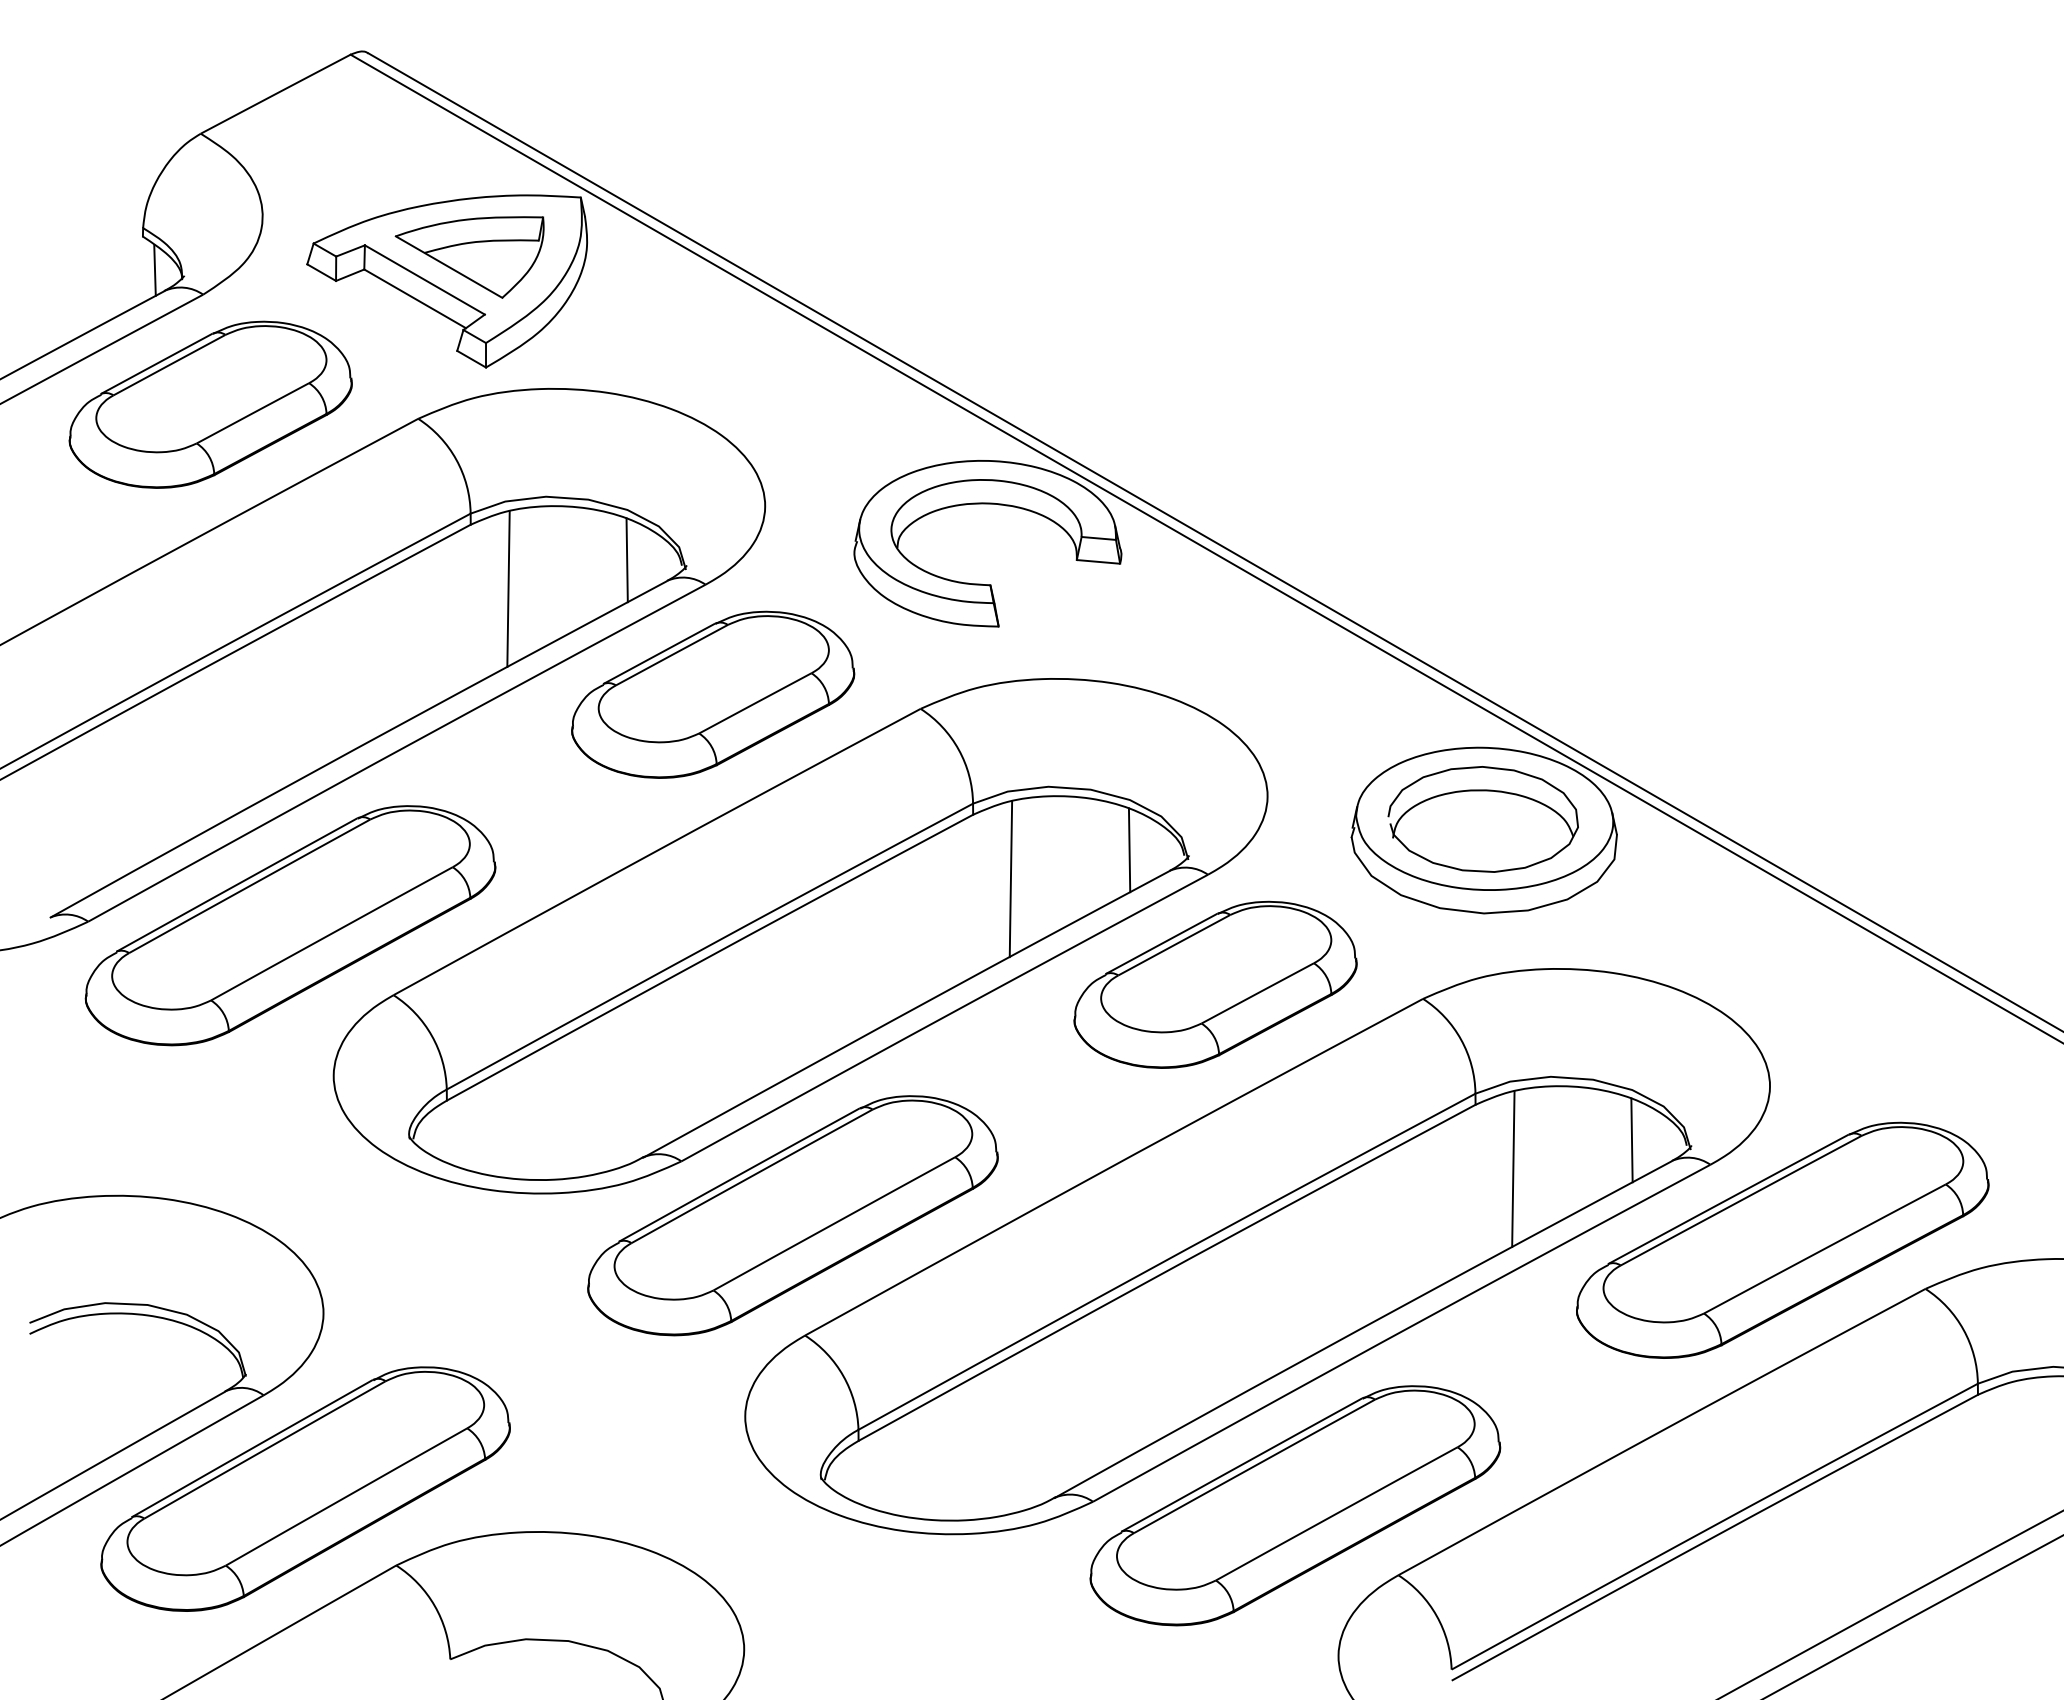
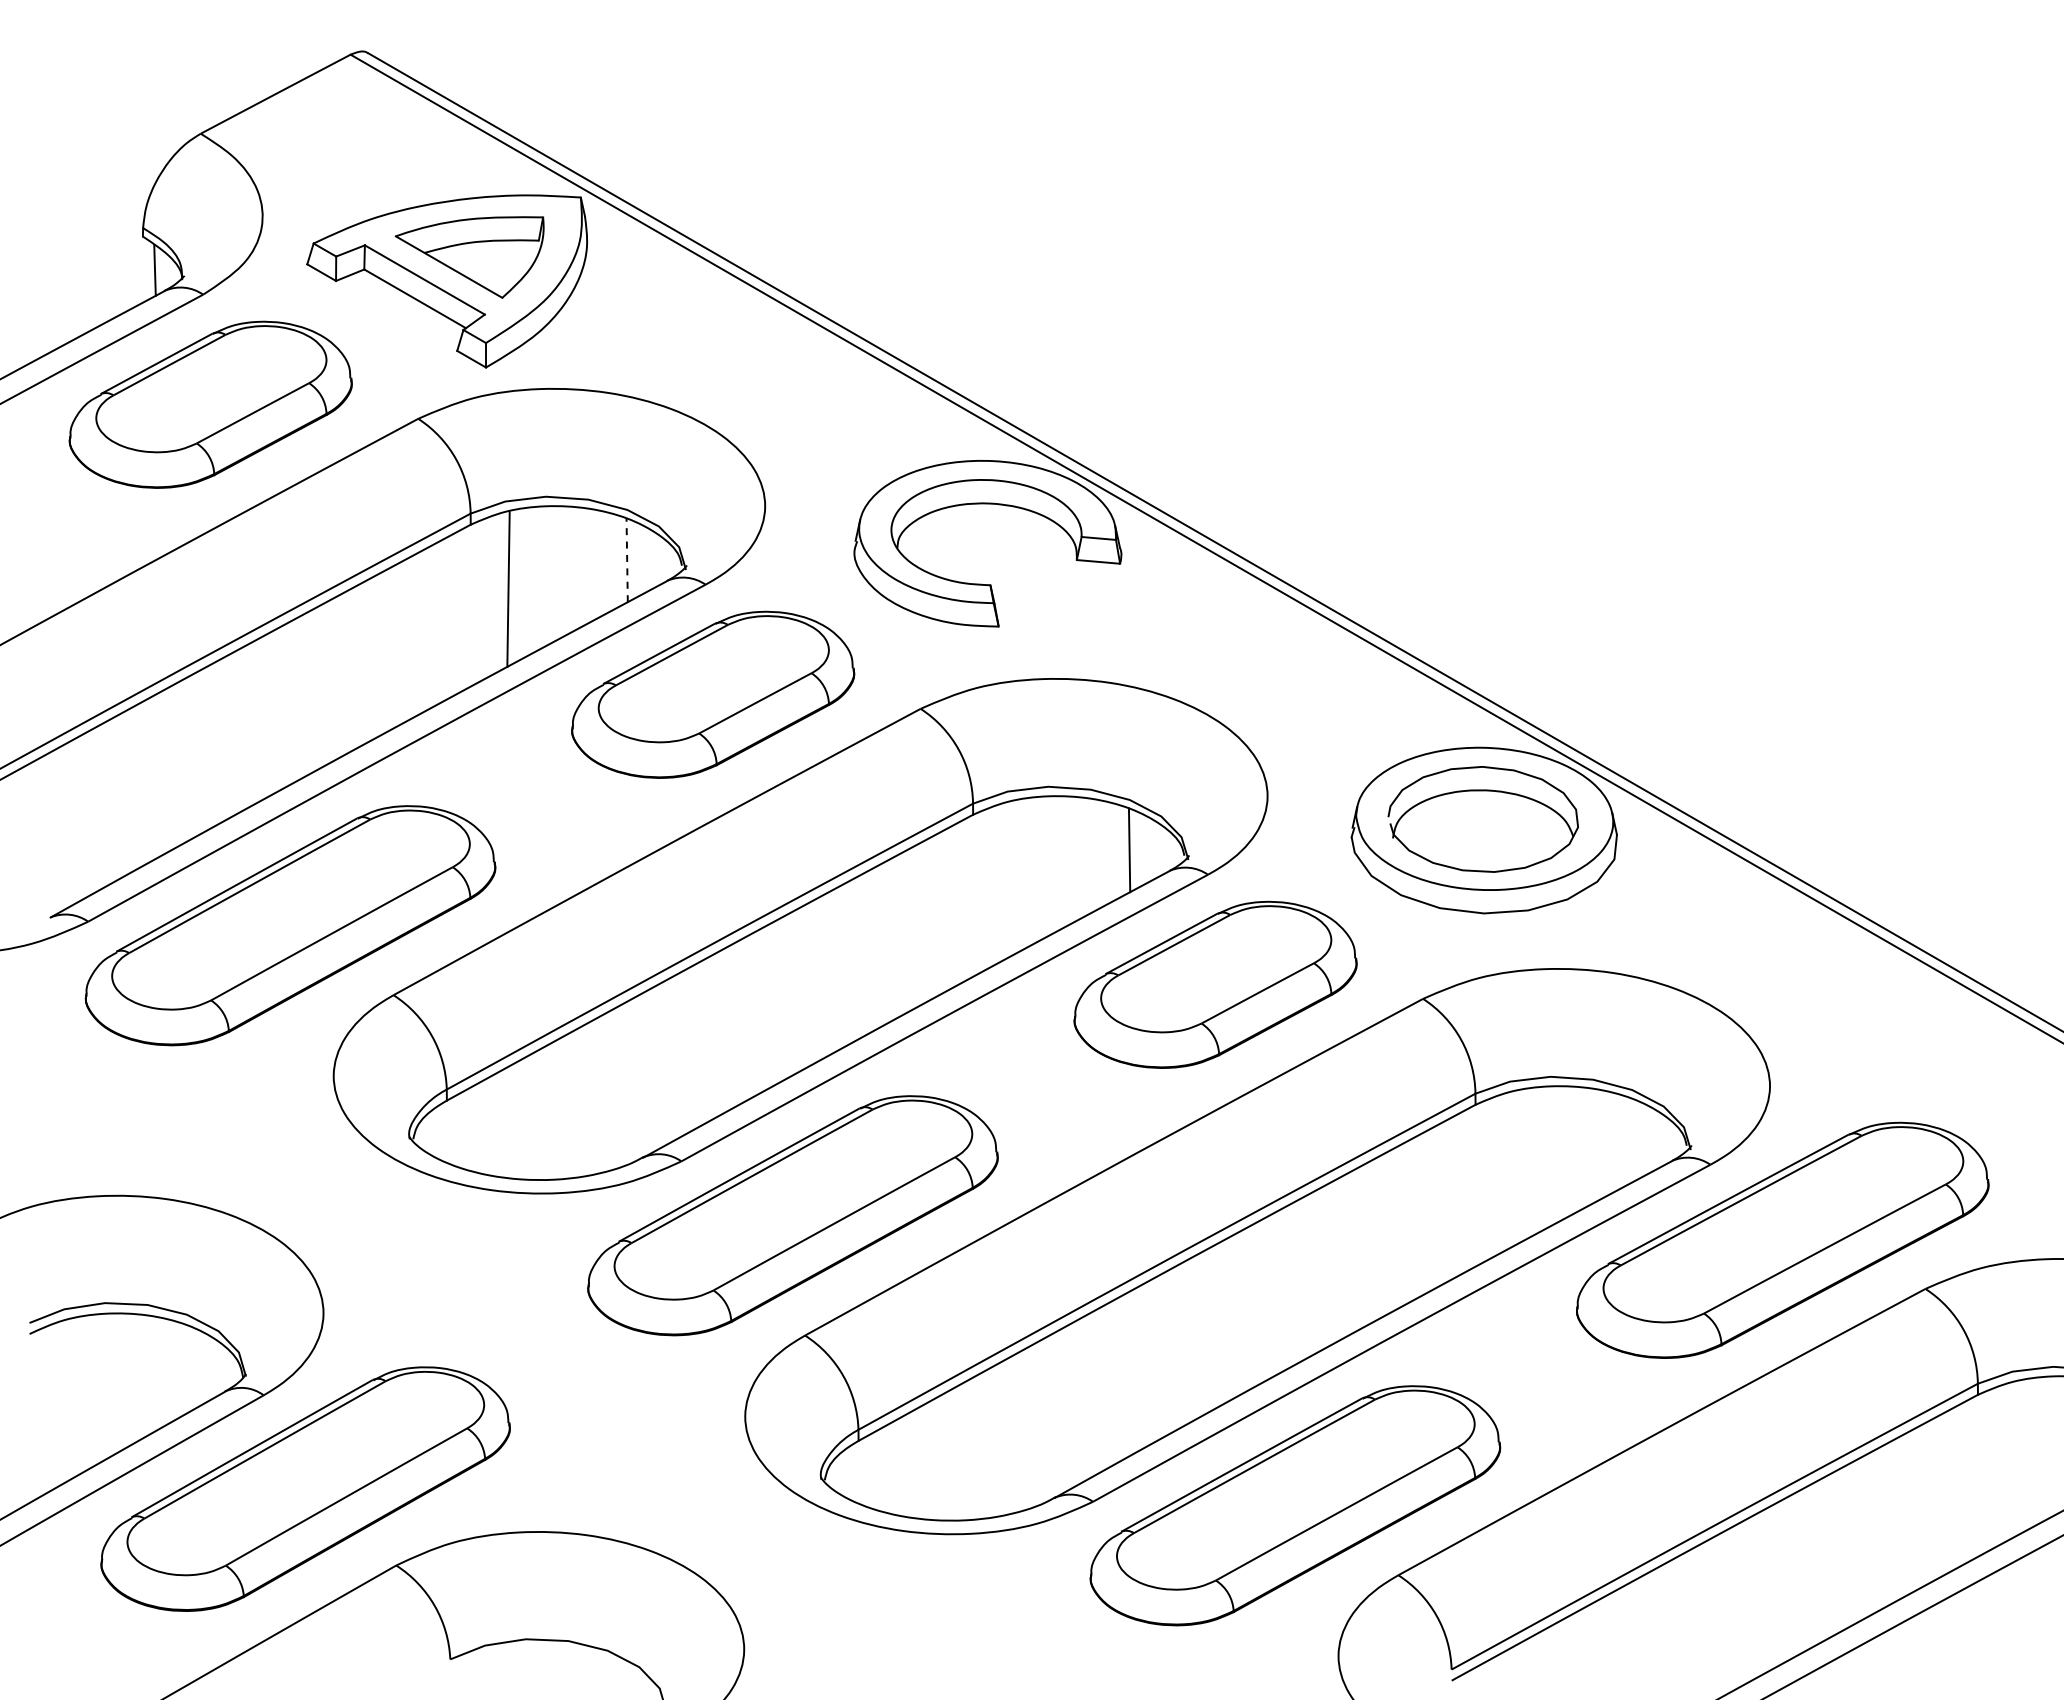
line at (627, 560): solid -> dashed
line at (1010, 879): present -> none
line at (1631, 1140): present -> none
line at (1513, 1169): present -> none
